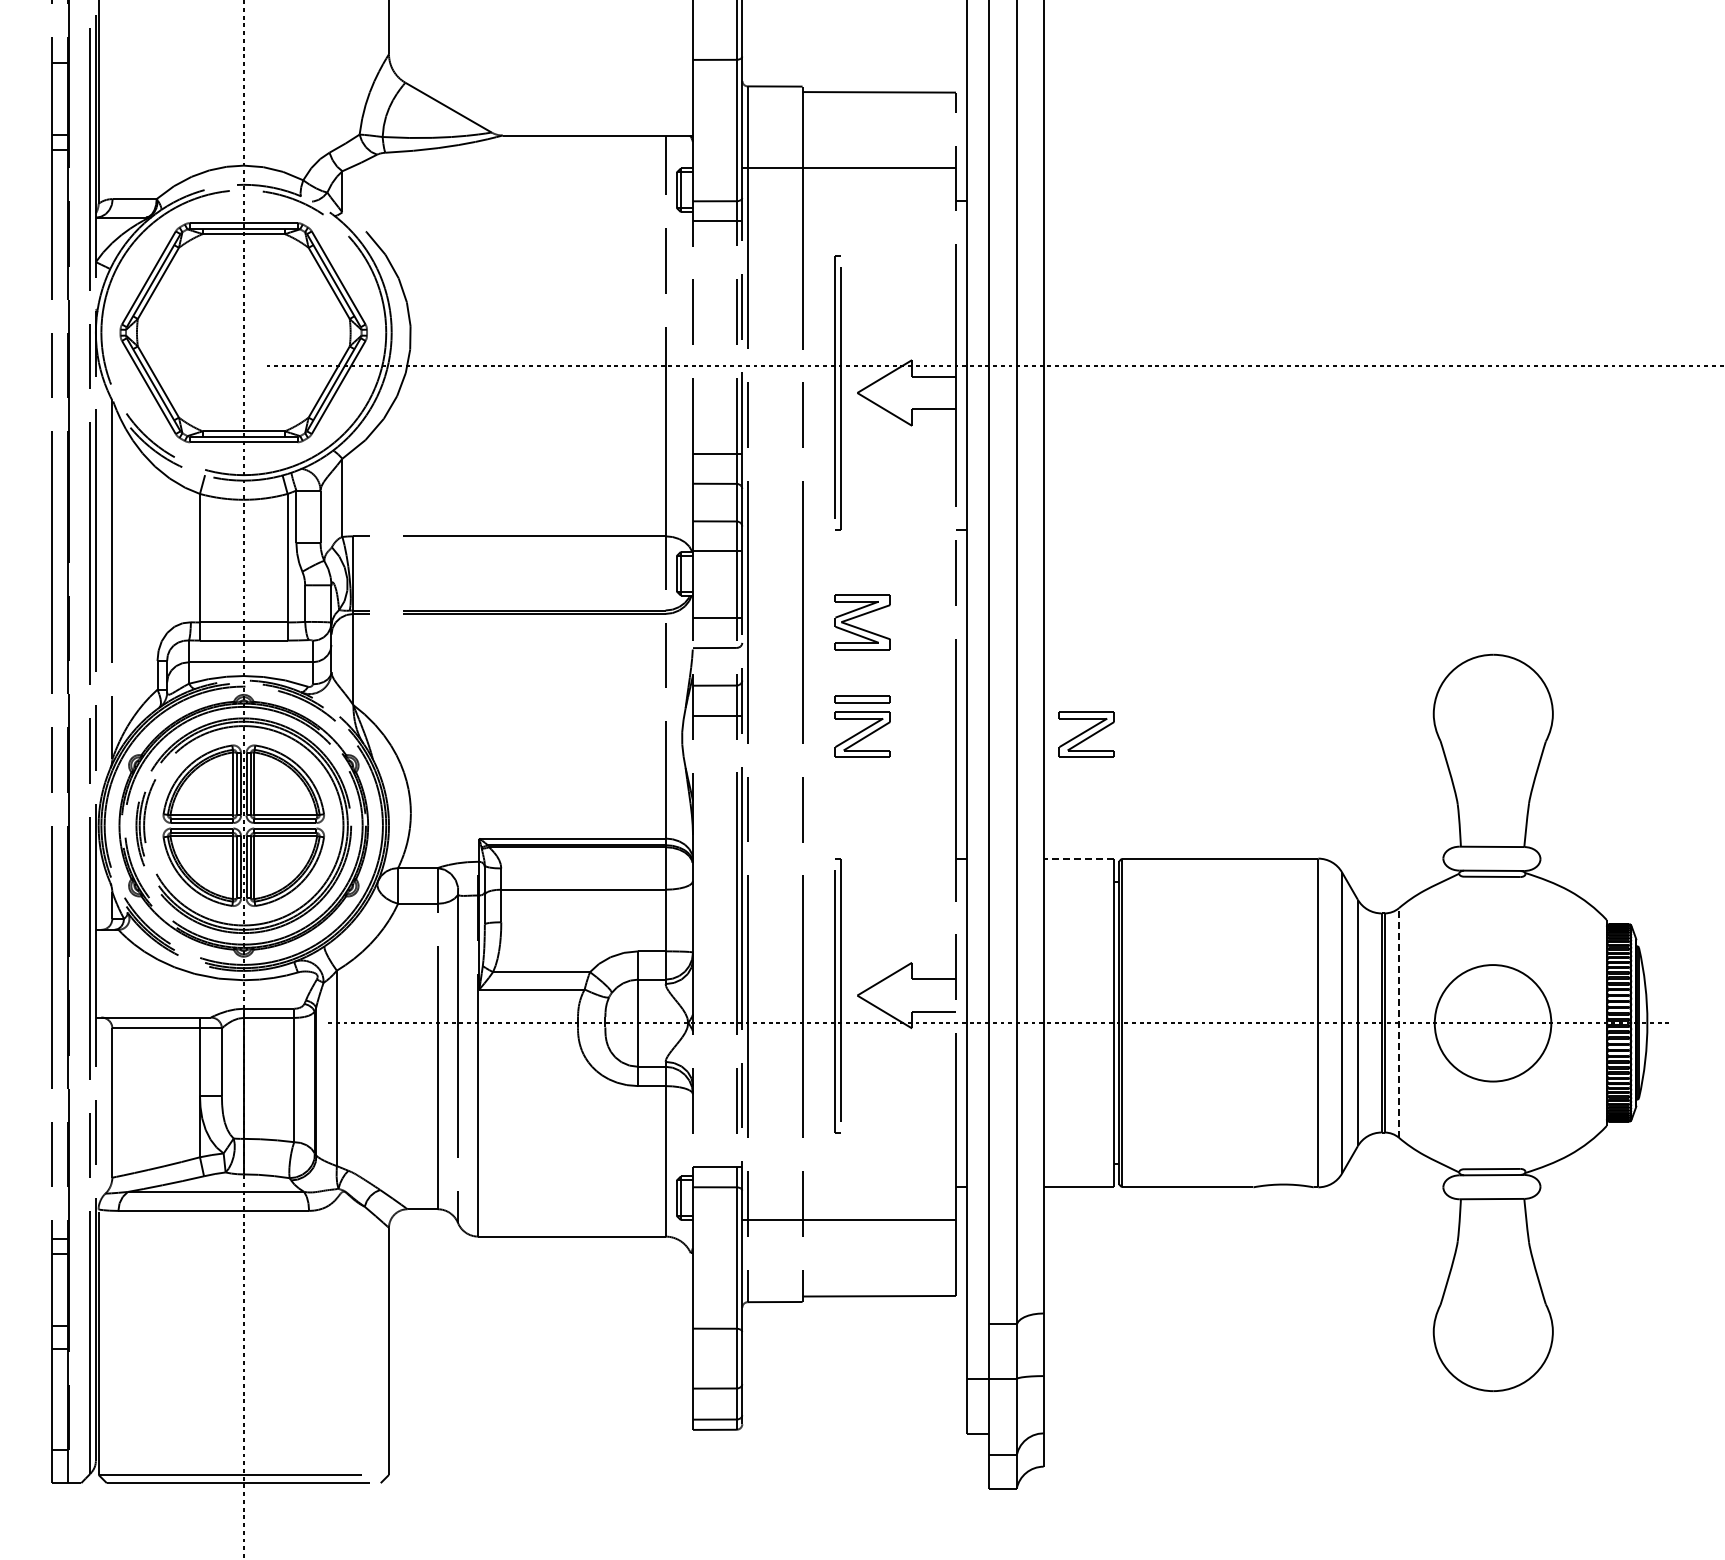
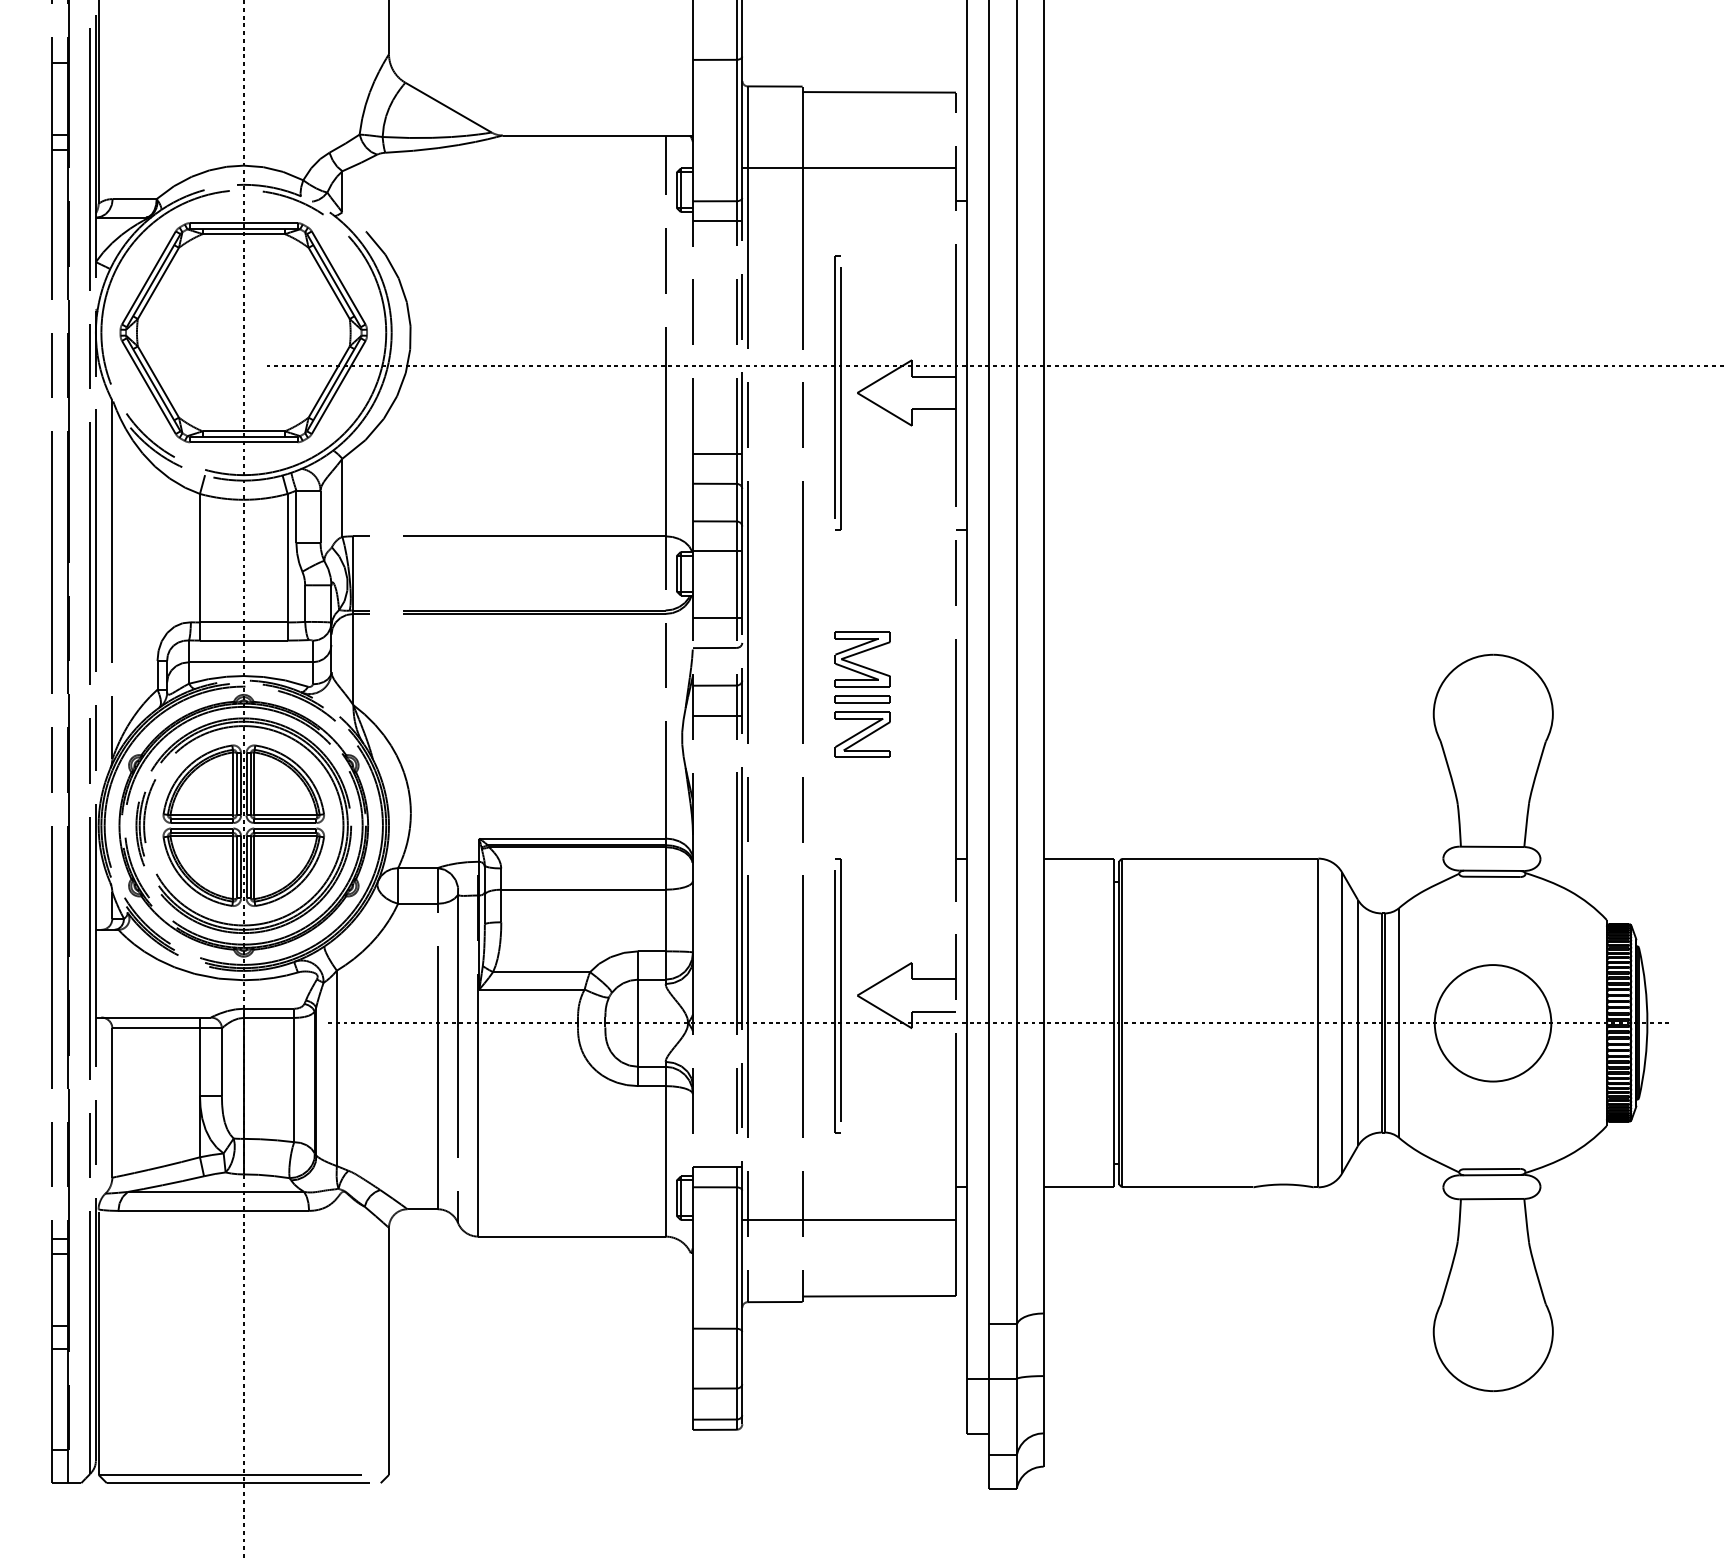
part at (862, 622) position: (862, 622) -> (862, 659)
part at (1086, 734): present -> none
line at (1078, 858): dashed -> solid
line at (1398, 1022): dashed -> solid
